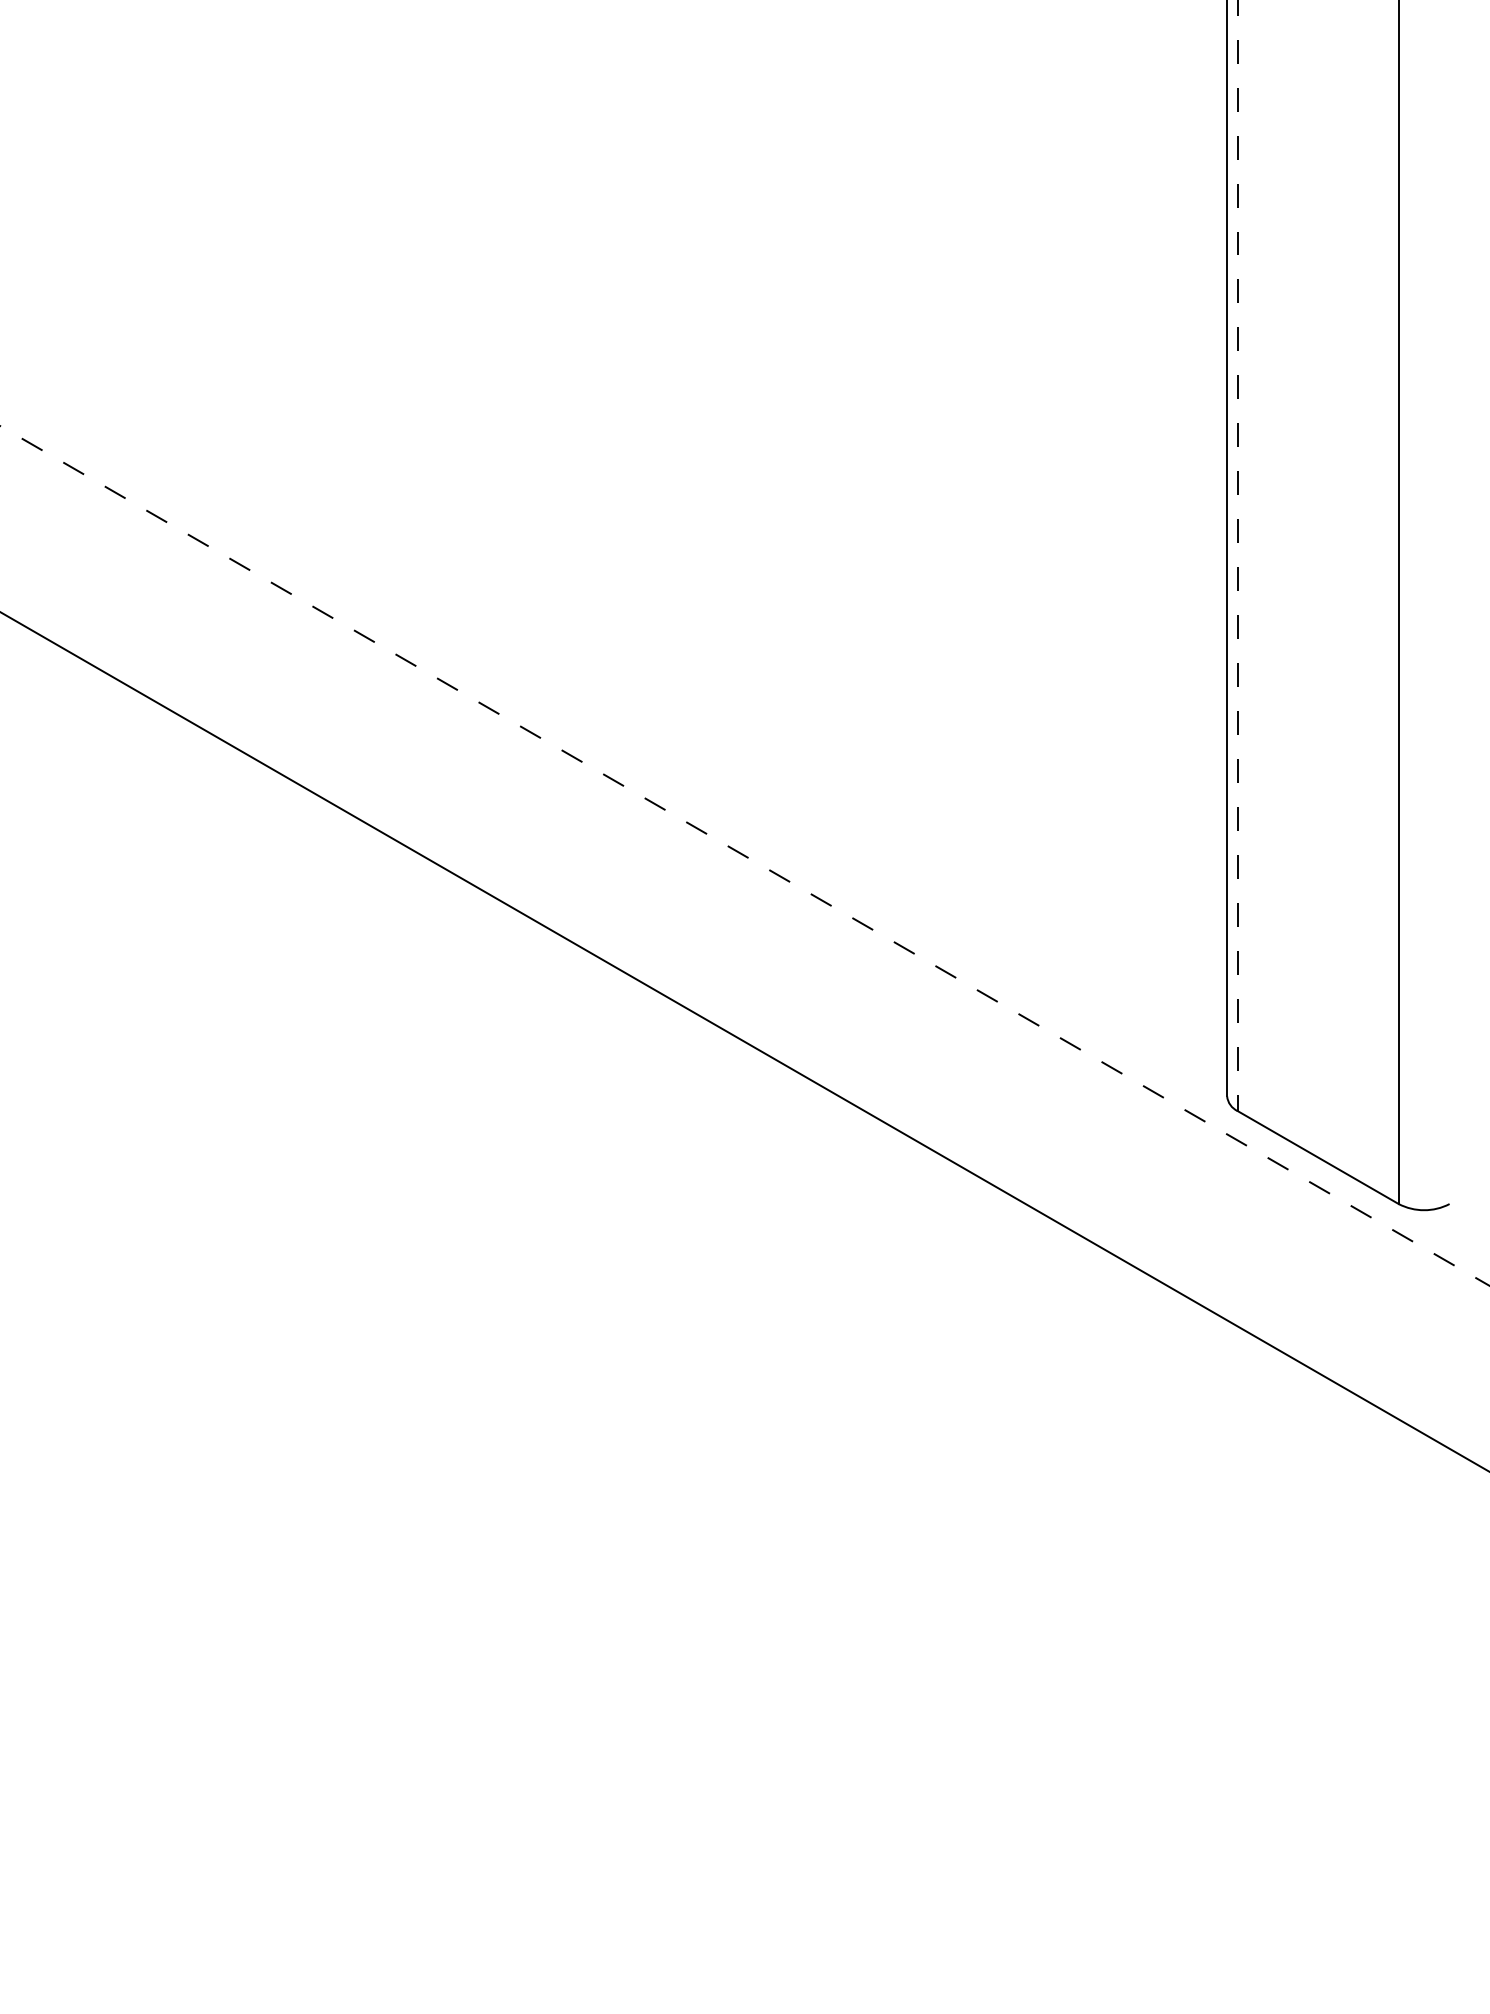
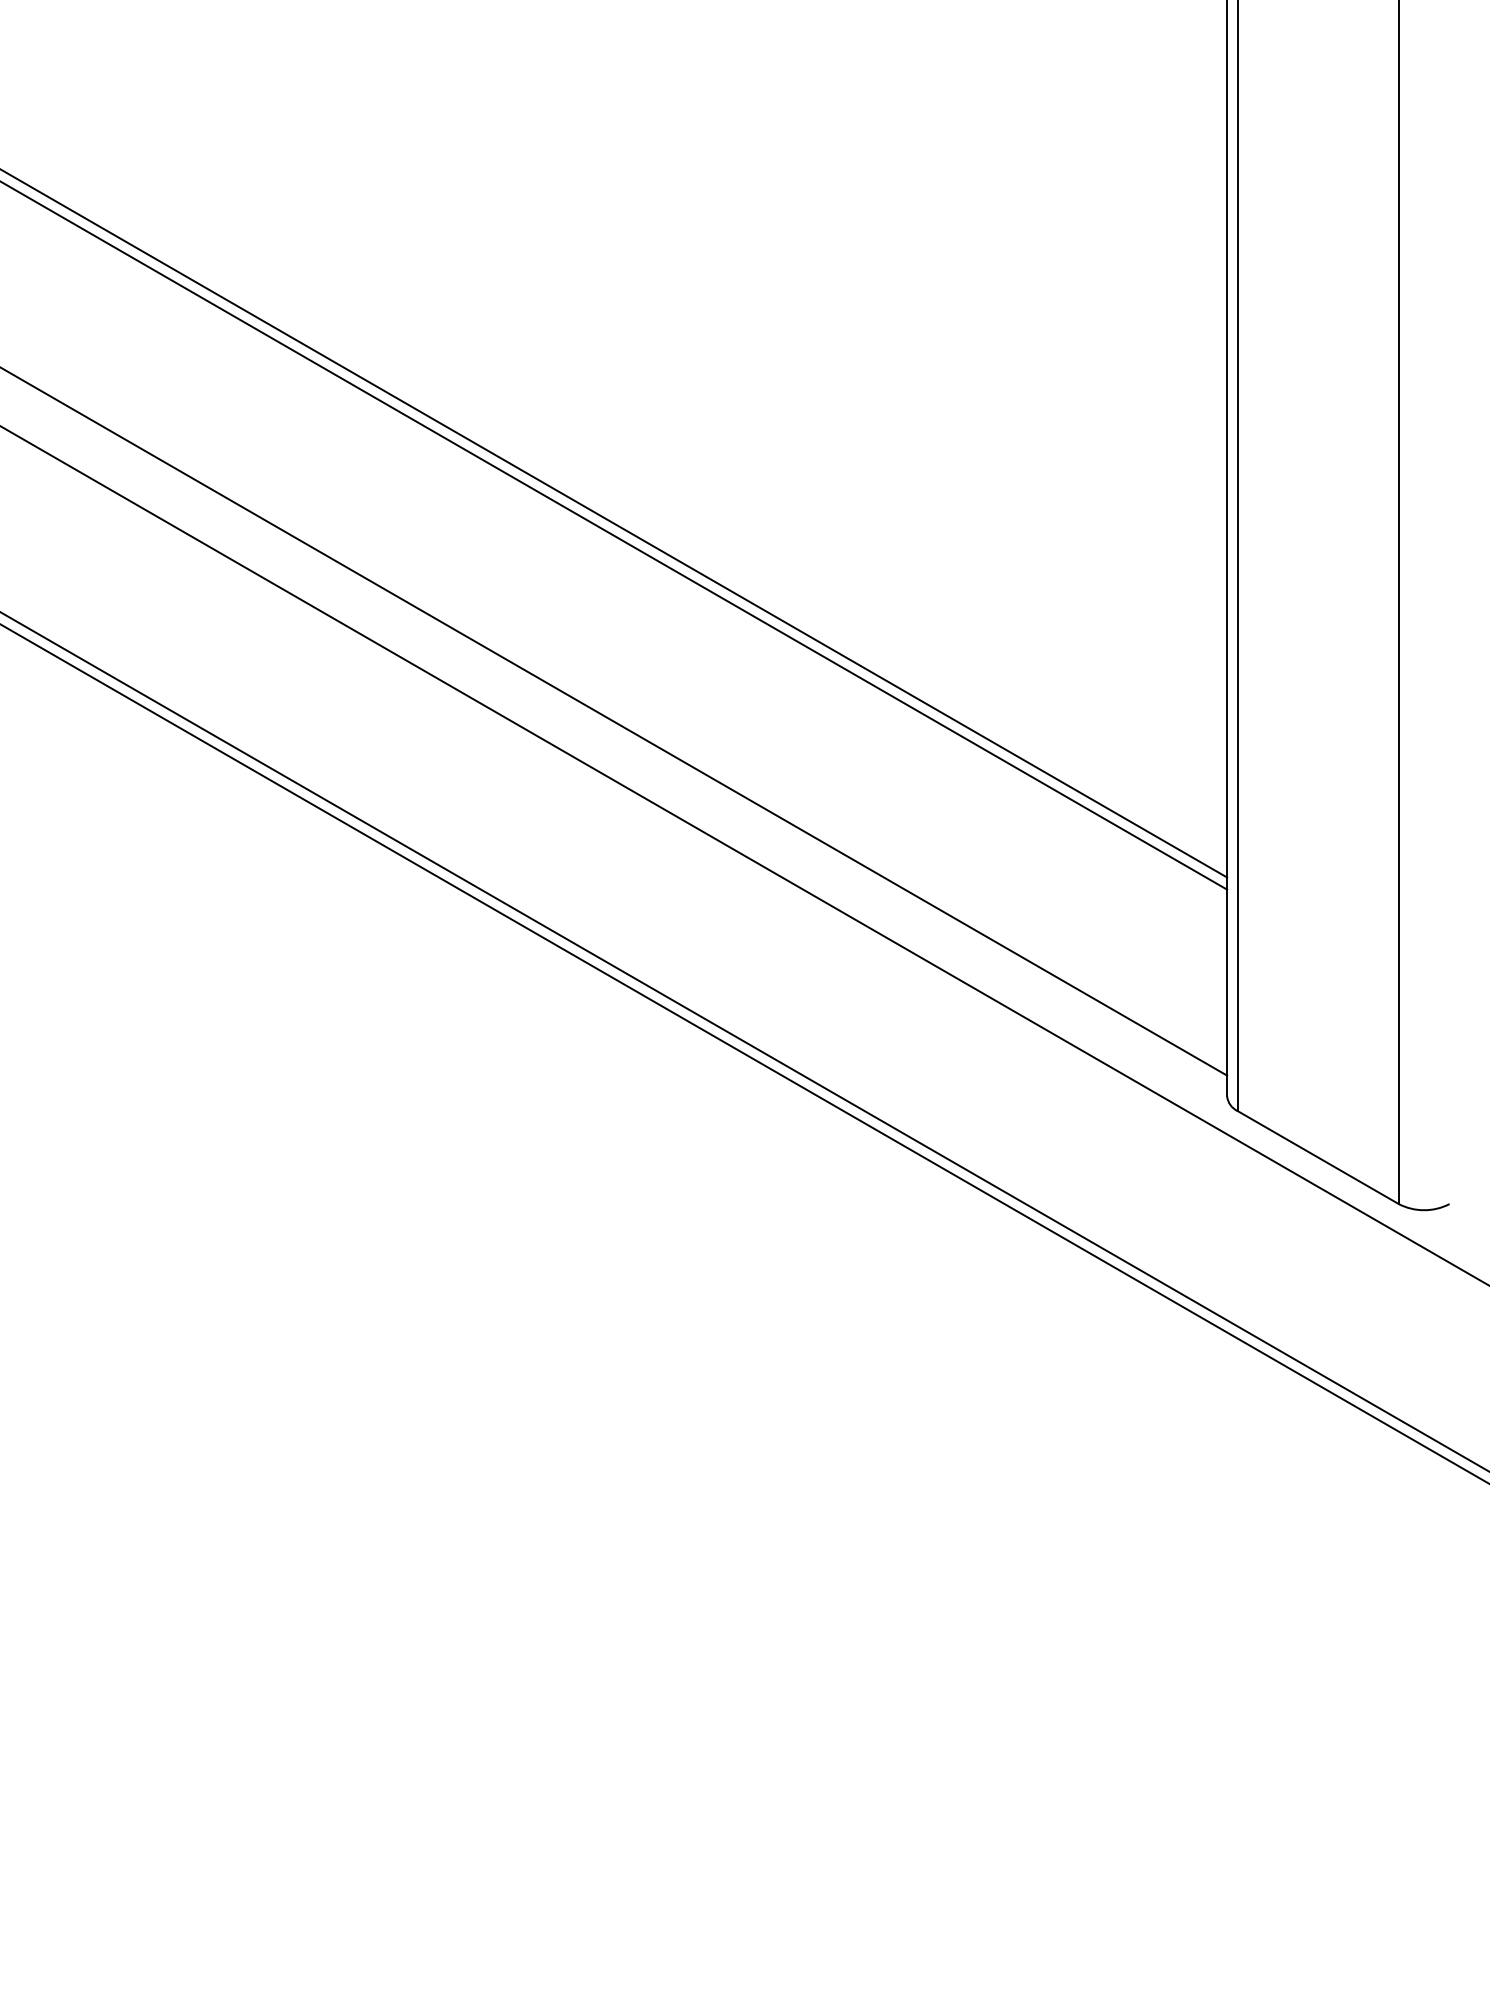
line at (614, 523): none -> present
line at (614, 535): none -> present
line at (1237, 556): dashed -> solid
line at (614, 721): none -> present
line at (745, 856): dashed -> solid
line at (744, 1053): none -> present
